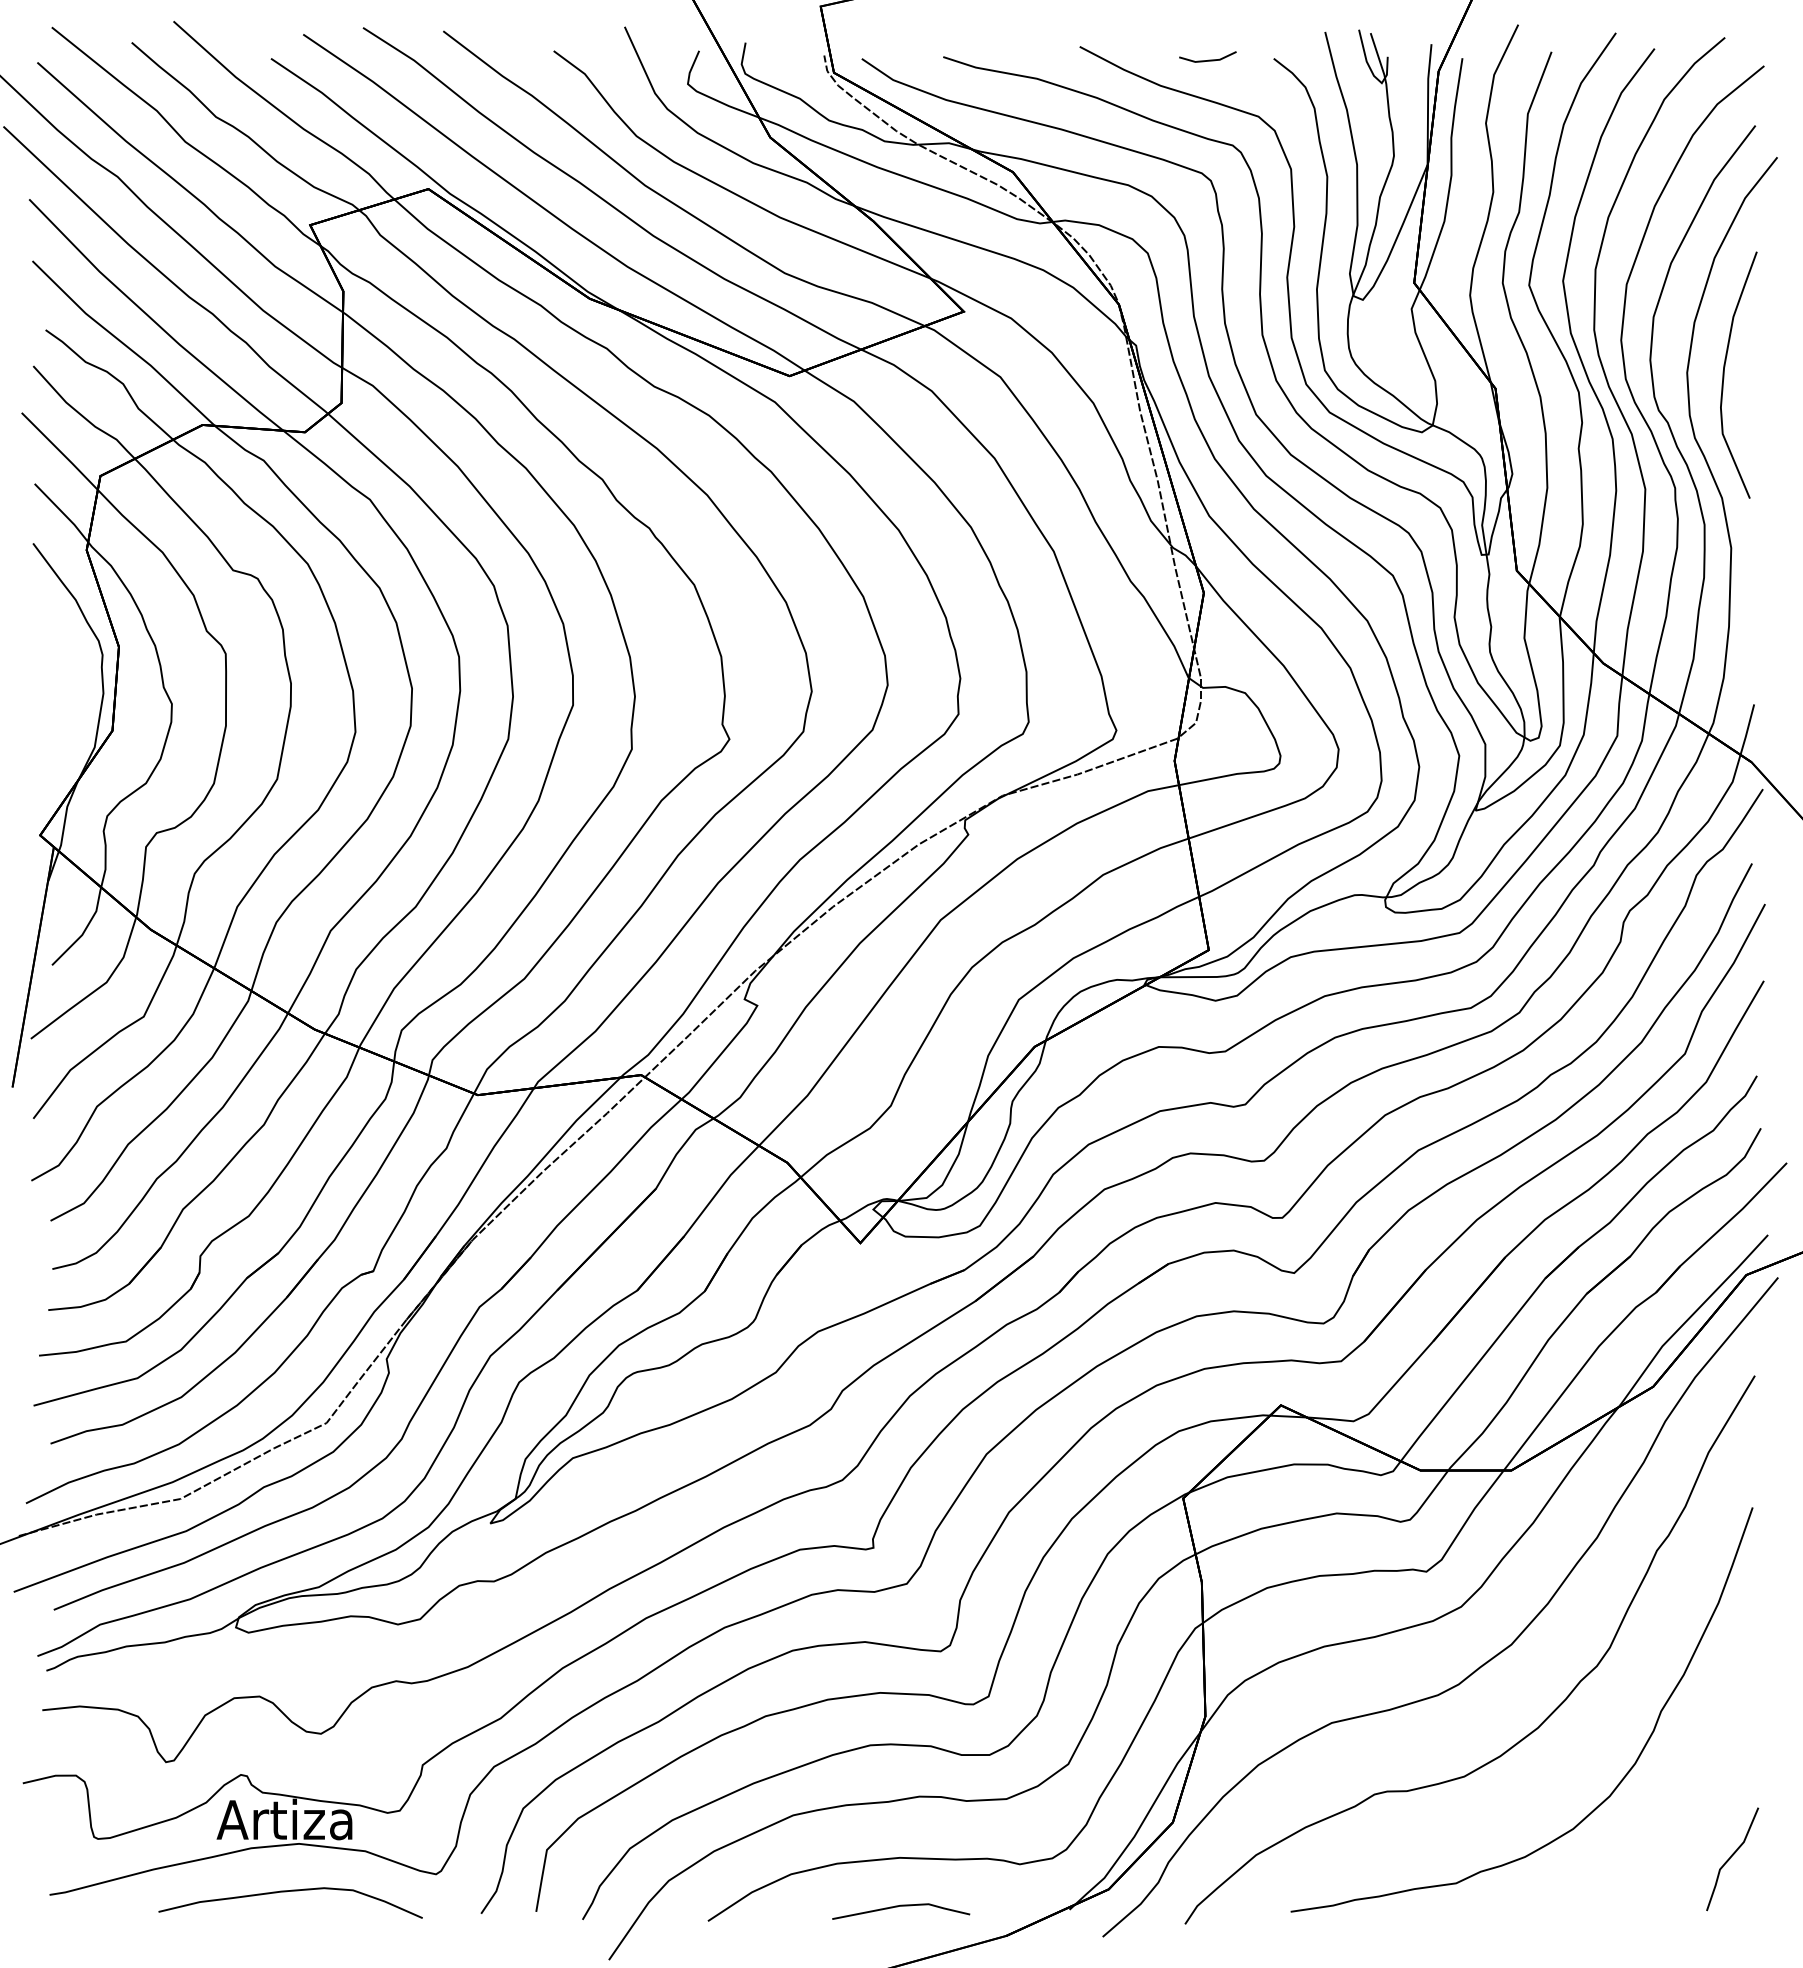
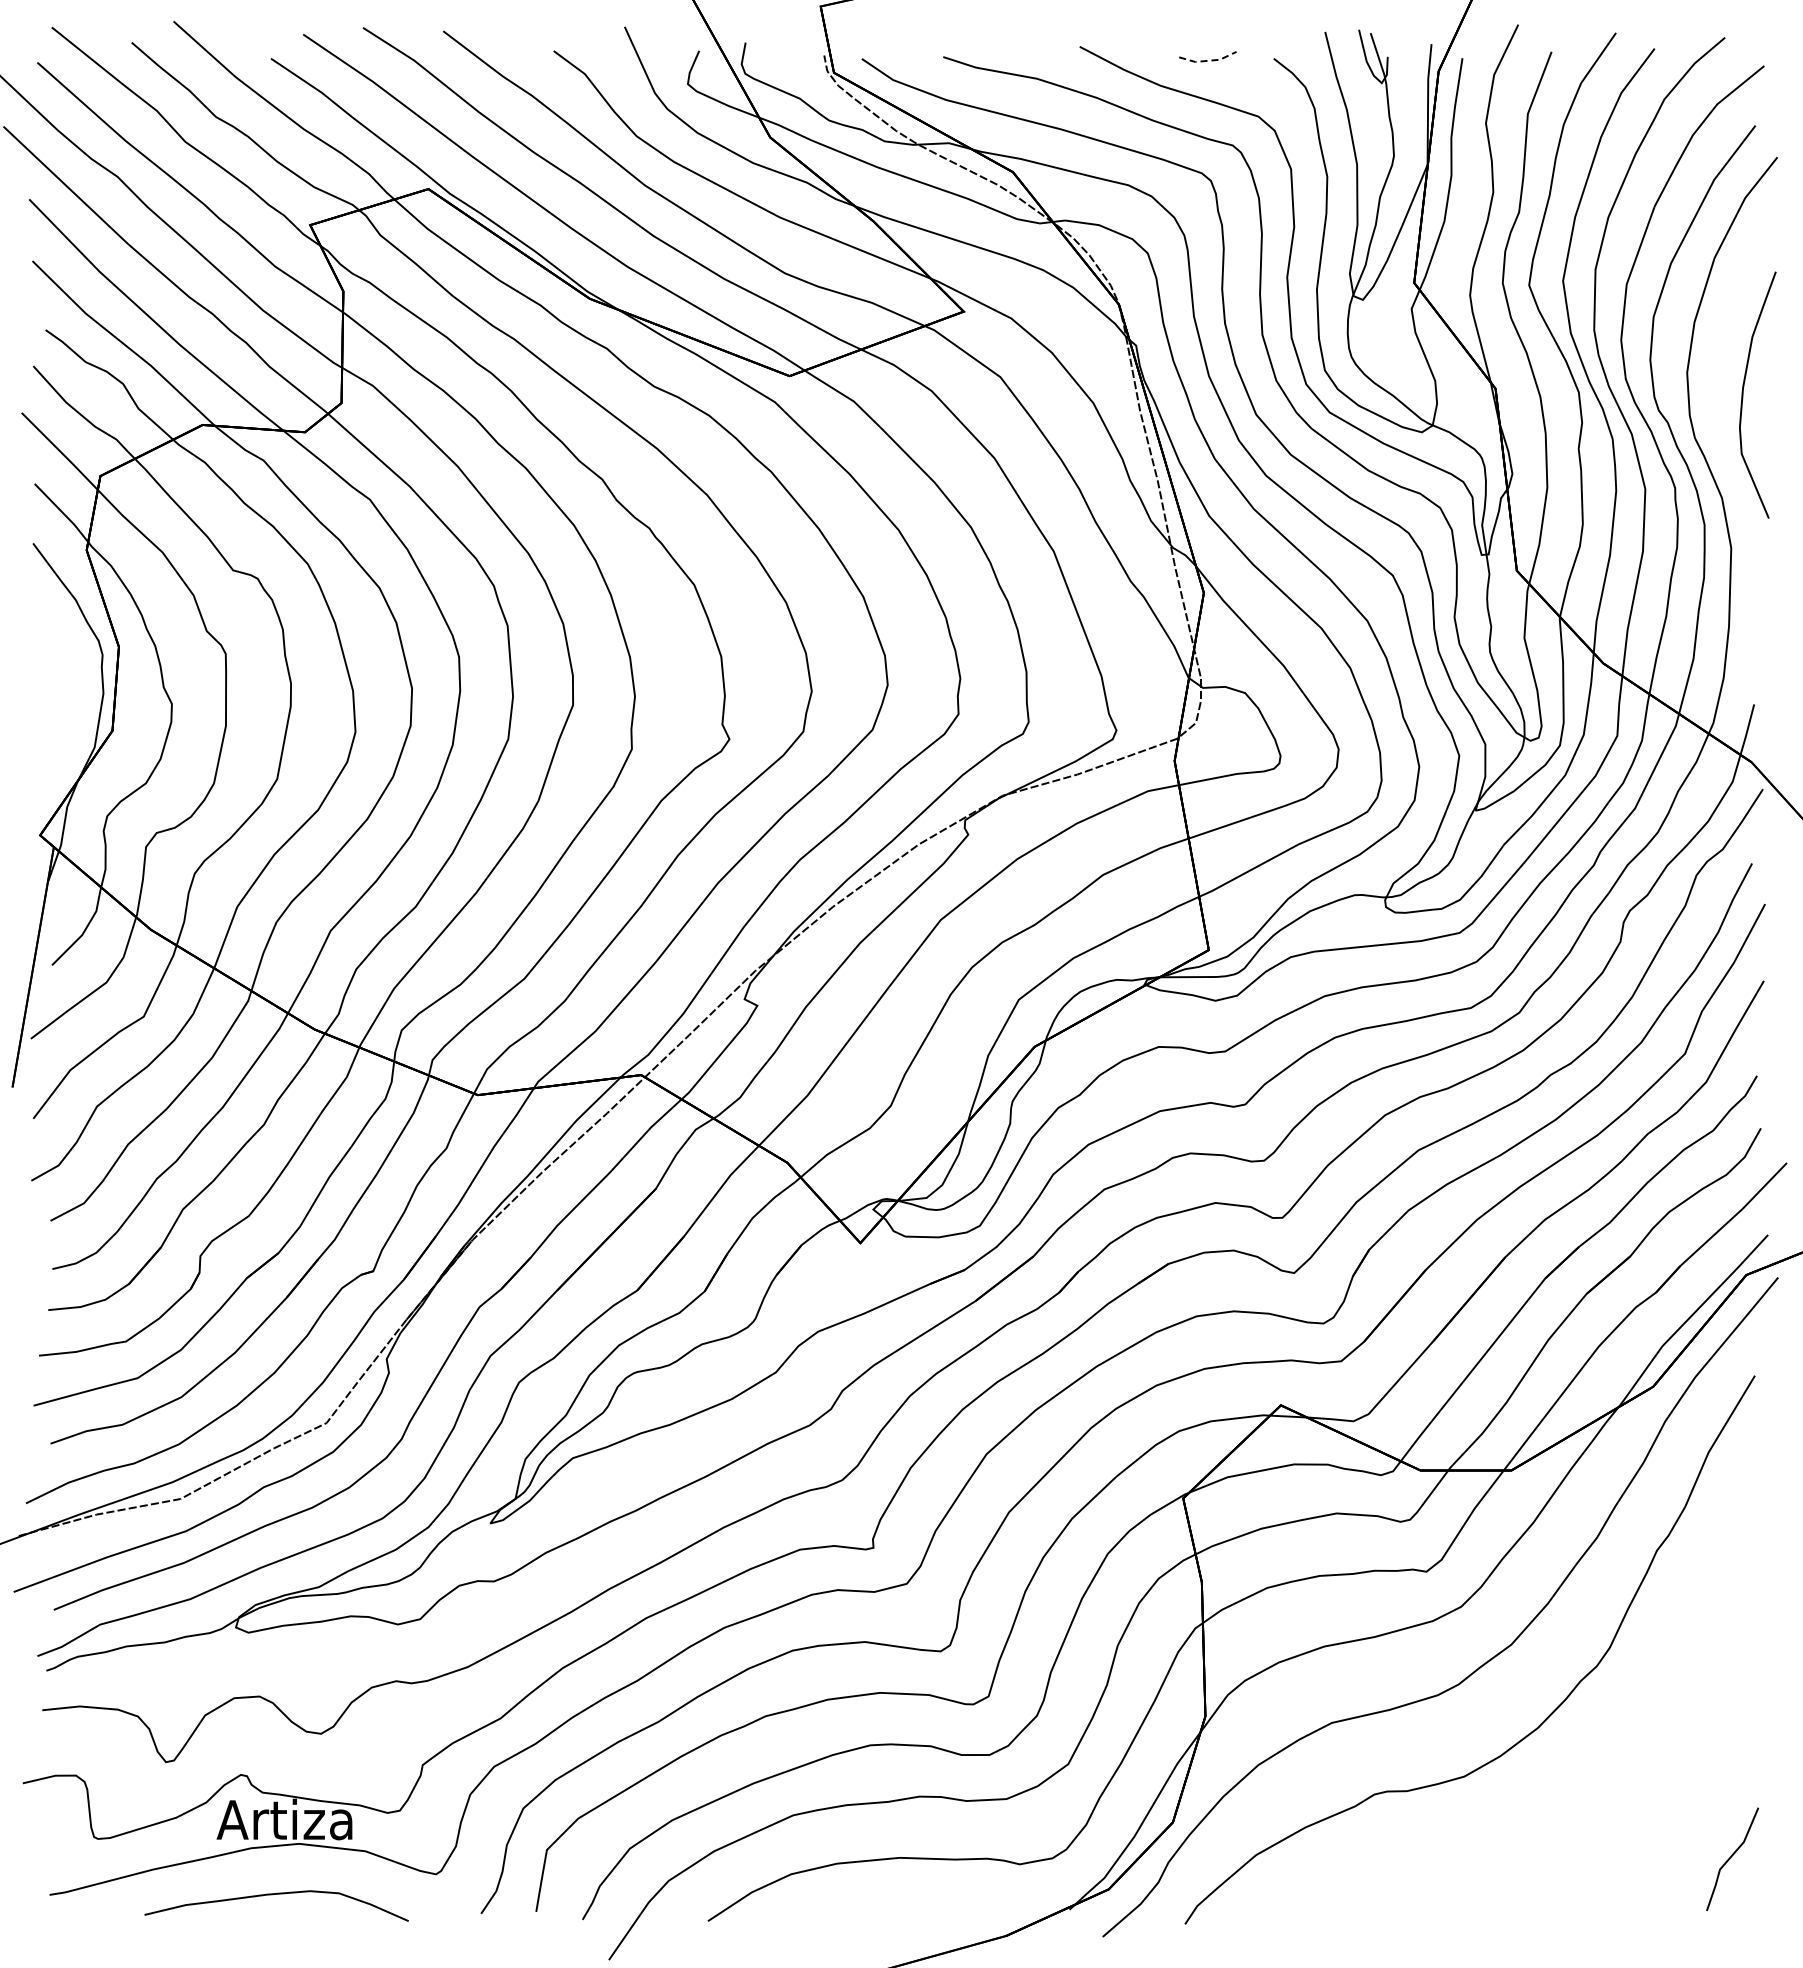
line at (1209, 60): solid -> dashed
curve at (1724, 374) position: (1724, 374) -> (1743, 394)
curve at (1616, 1785): present -> none
curve at (286, 1892) position: (286, 1892) -> (272, 1895)
line at (901, 1906): present -> none
